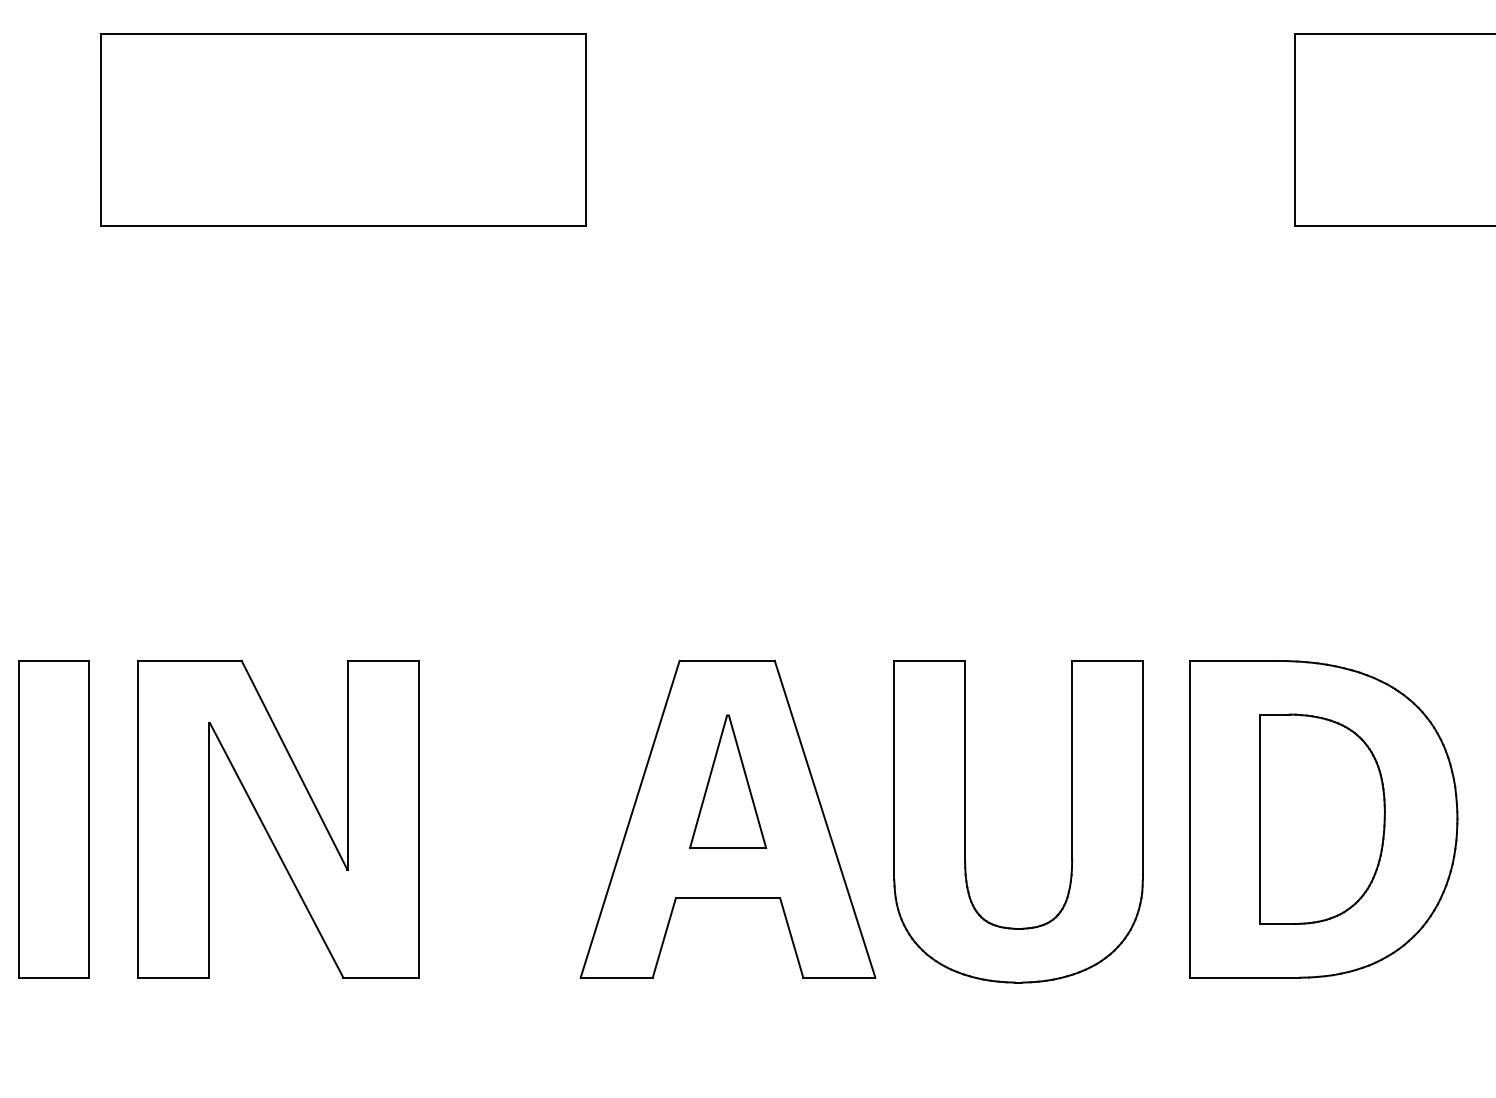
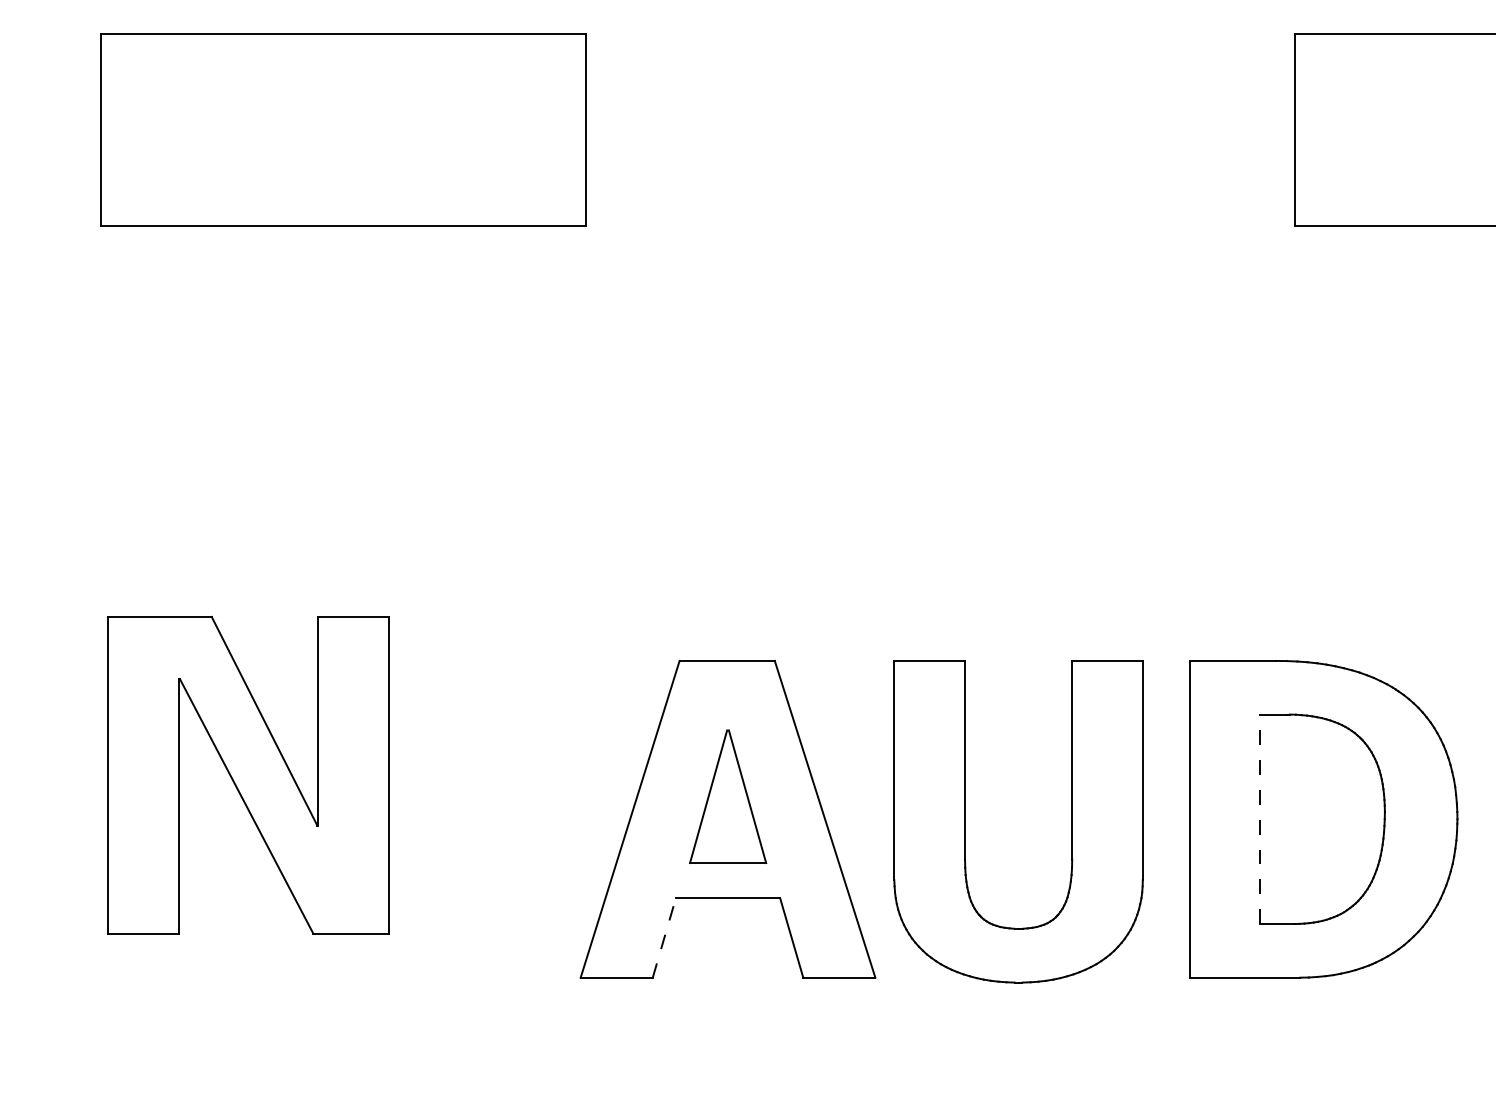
part at (728, 781) position: (728, 781) -> (728, 796)
part at (53, 819): present -> none
part at (278, 819) position: (278, 819) -> (248, 775)
line at (1260, 819): solid -> dashed
line at (664, 937): solid -> dashed
